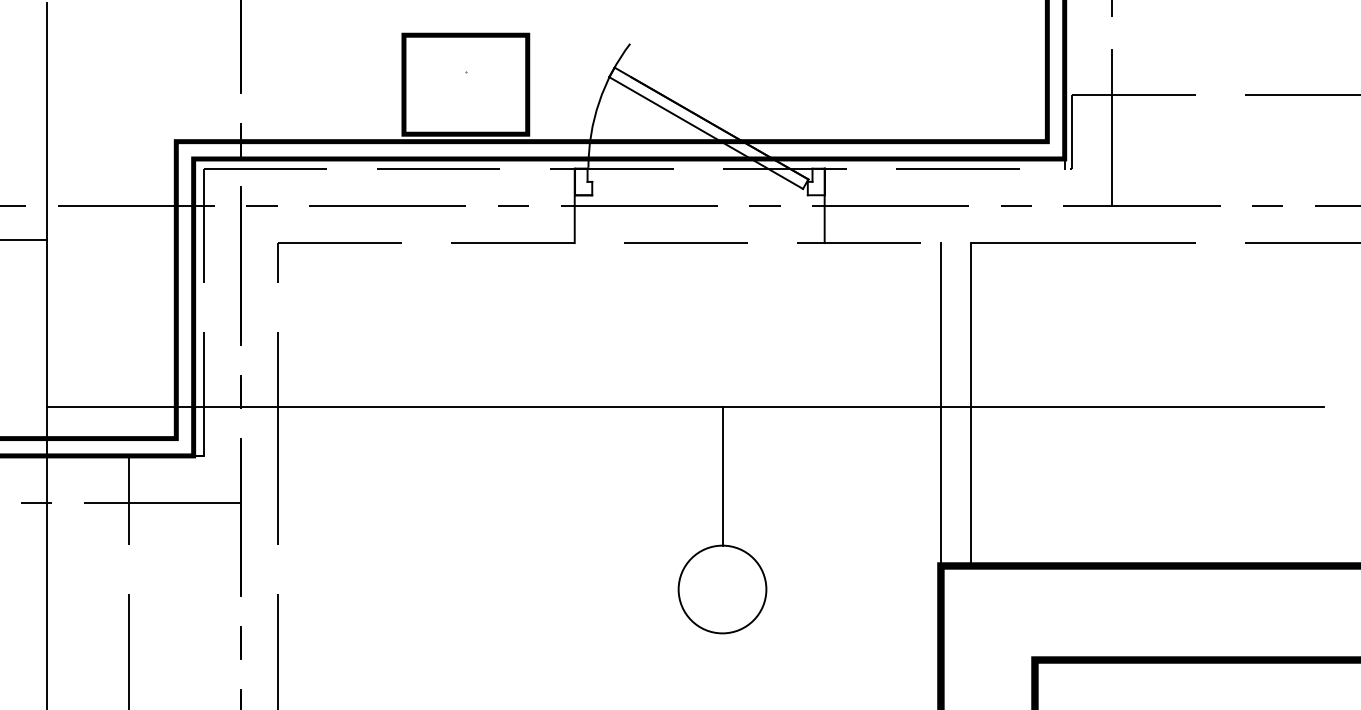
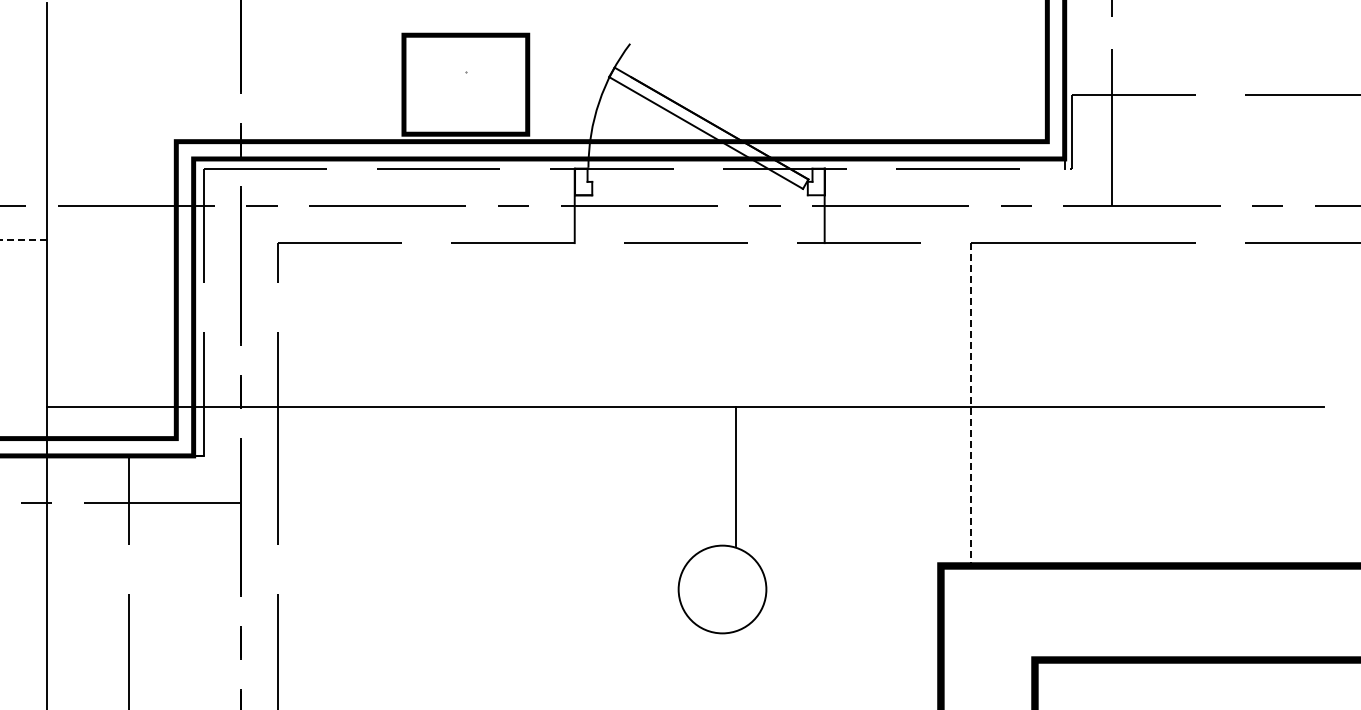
line at (23, 240): solid -> dashed
line at (940, 404): present -> none
line at (970, 405): solid -> dashed
line at (722, 476) position: (722, 476) -> (735, 476)
